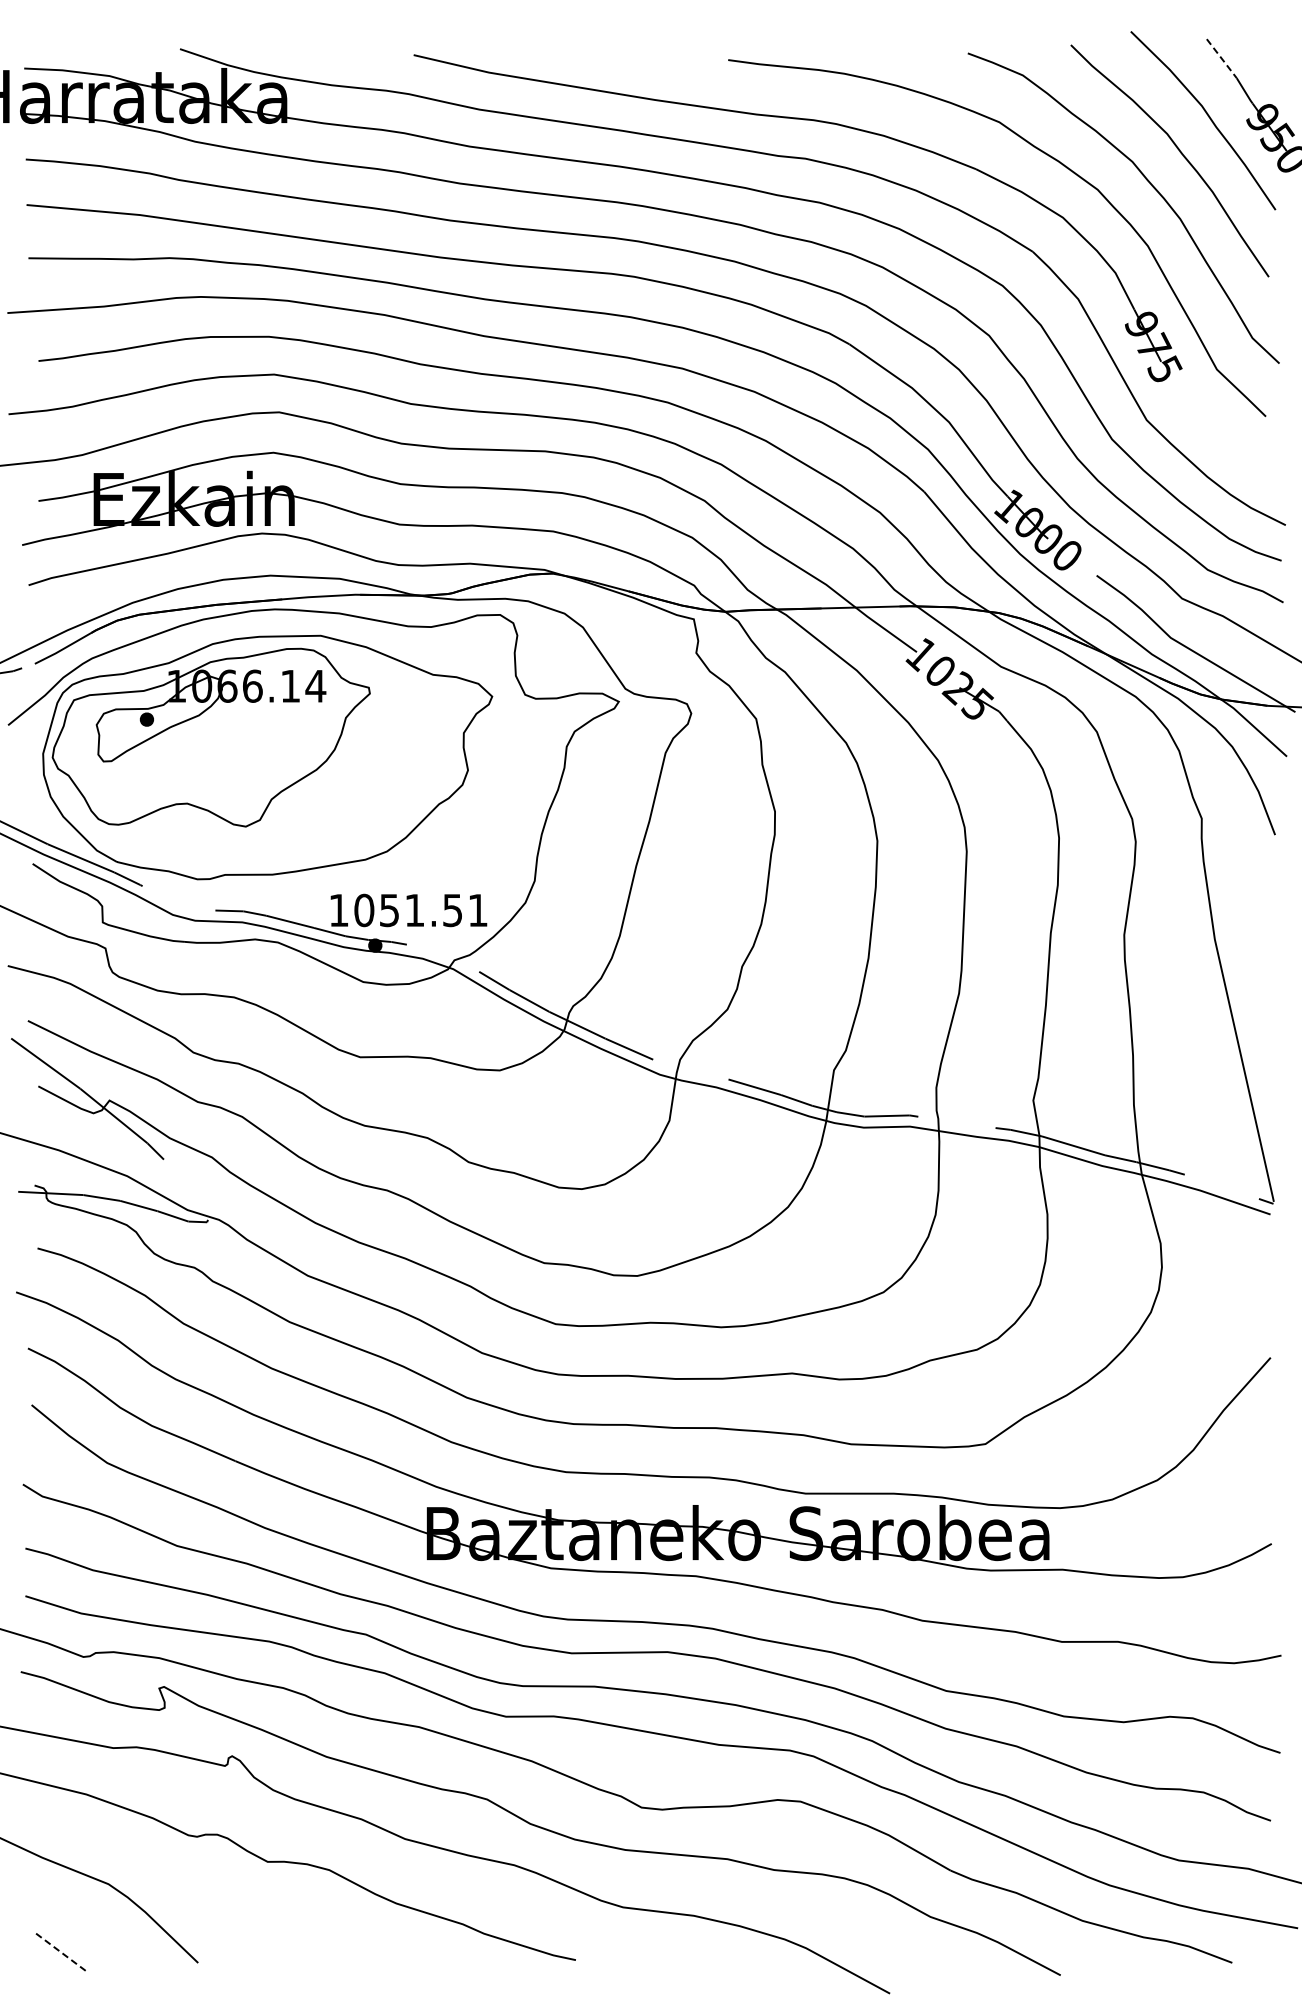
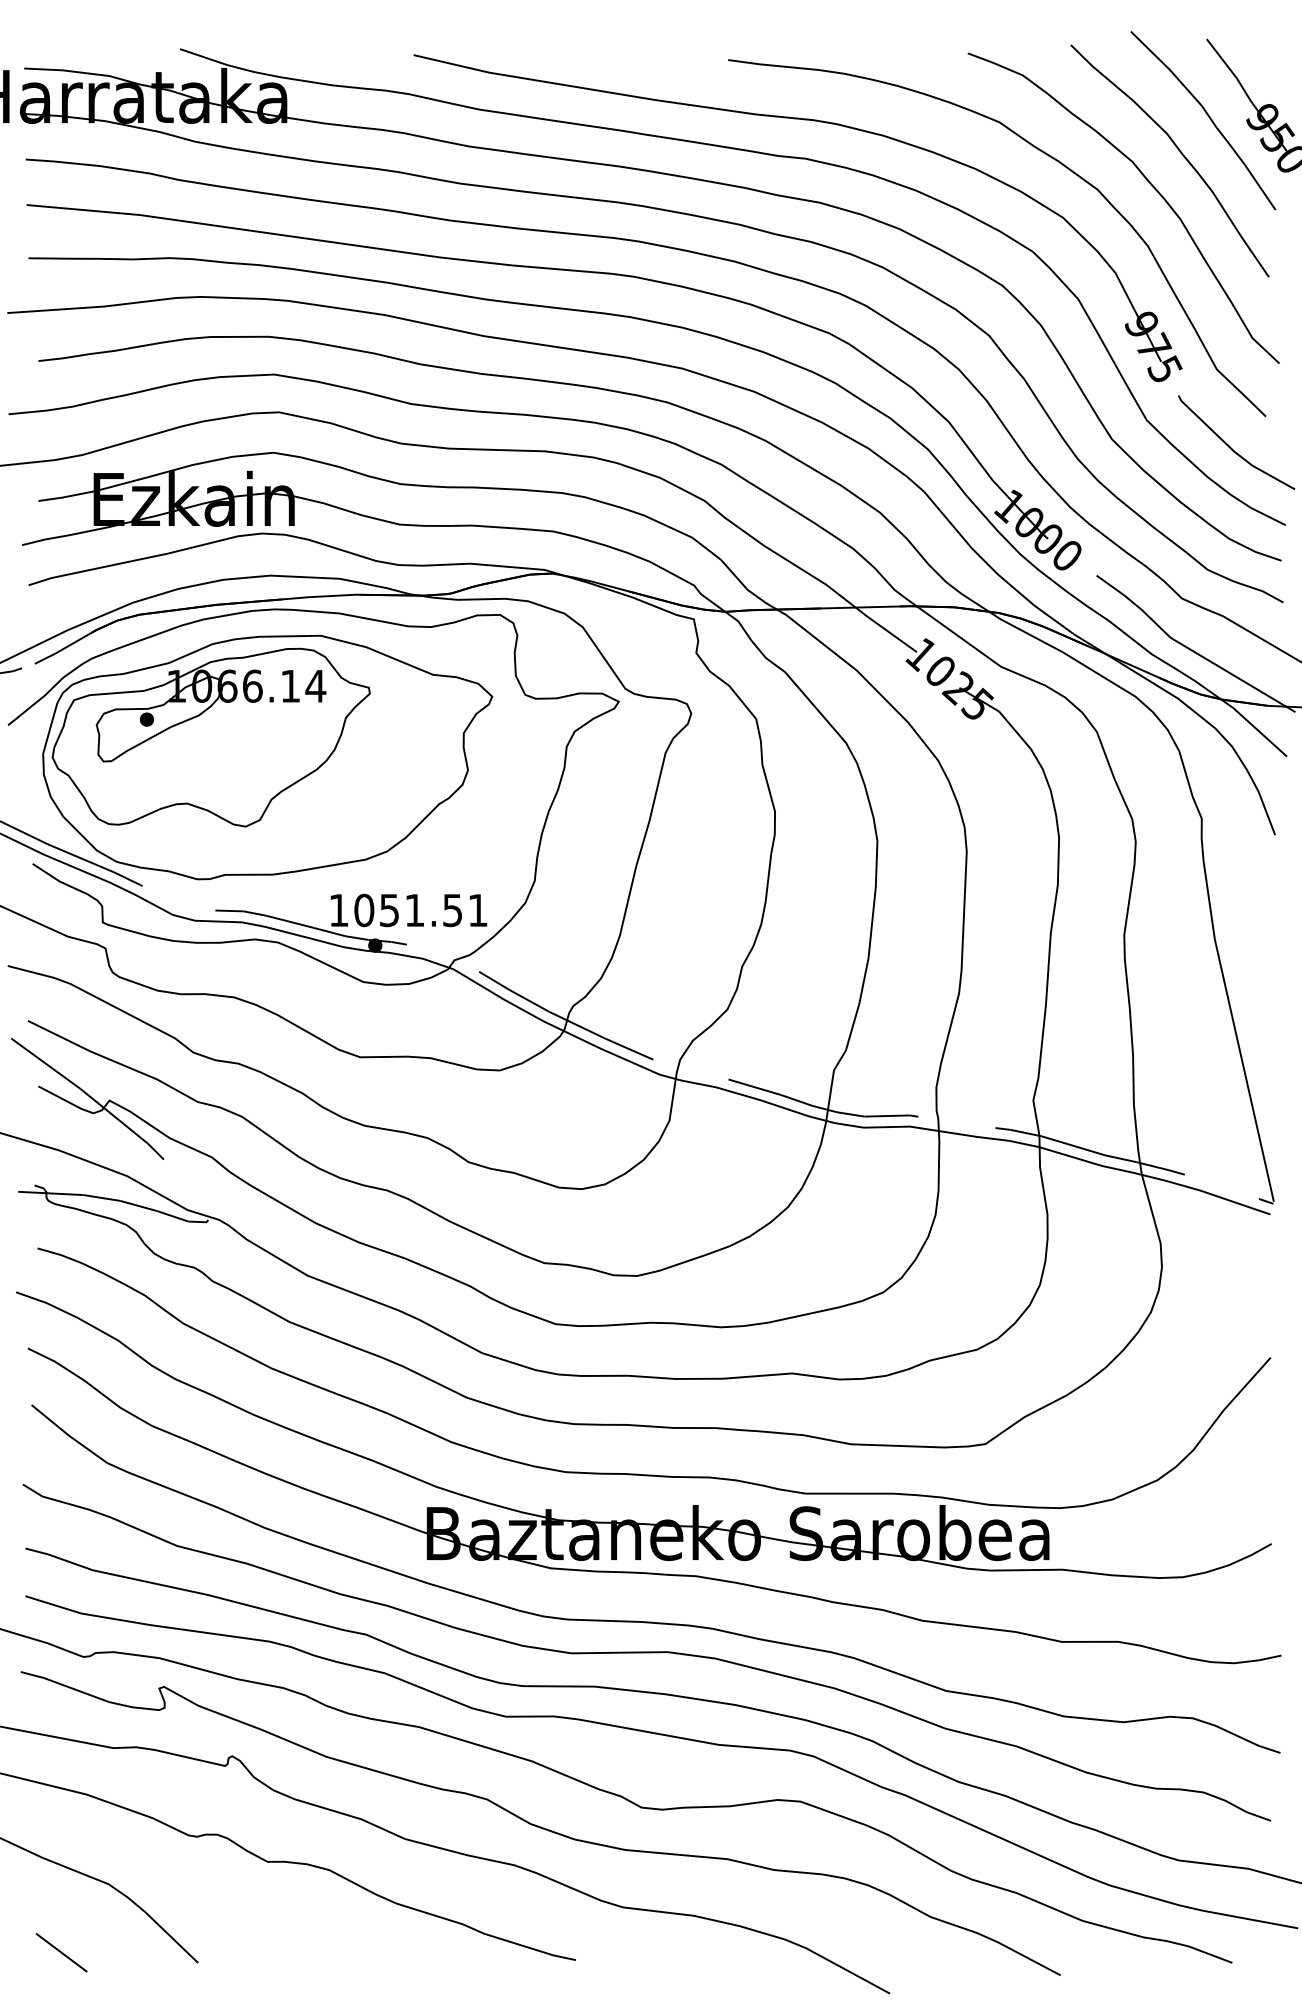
line at (1221, 58): dashed -> solid
line at (1231, 447): none -> present
line at (61, 1952): dashed -> solid
